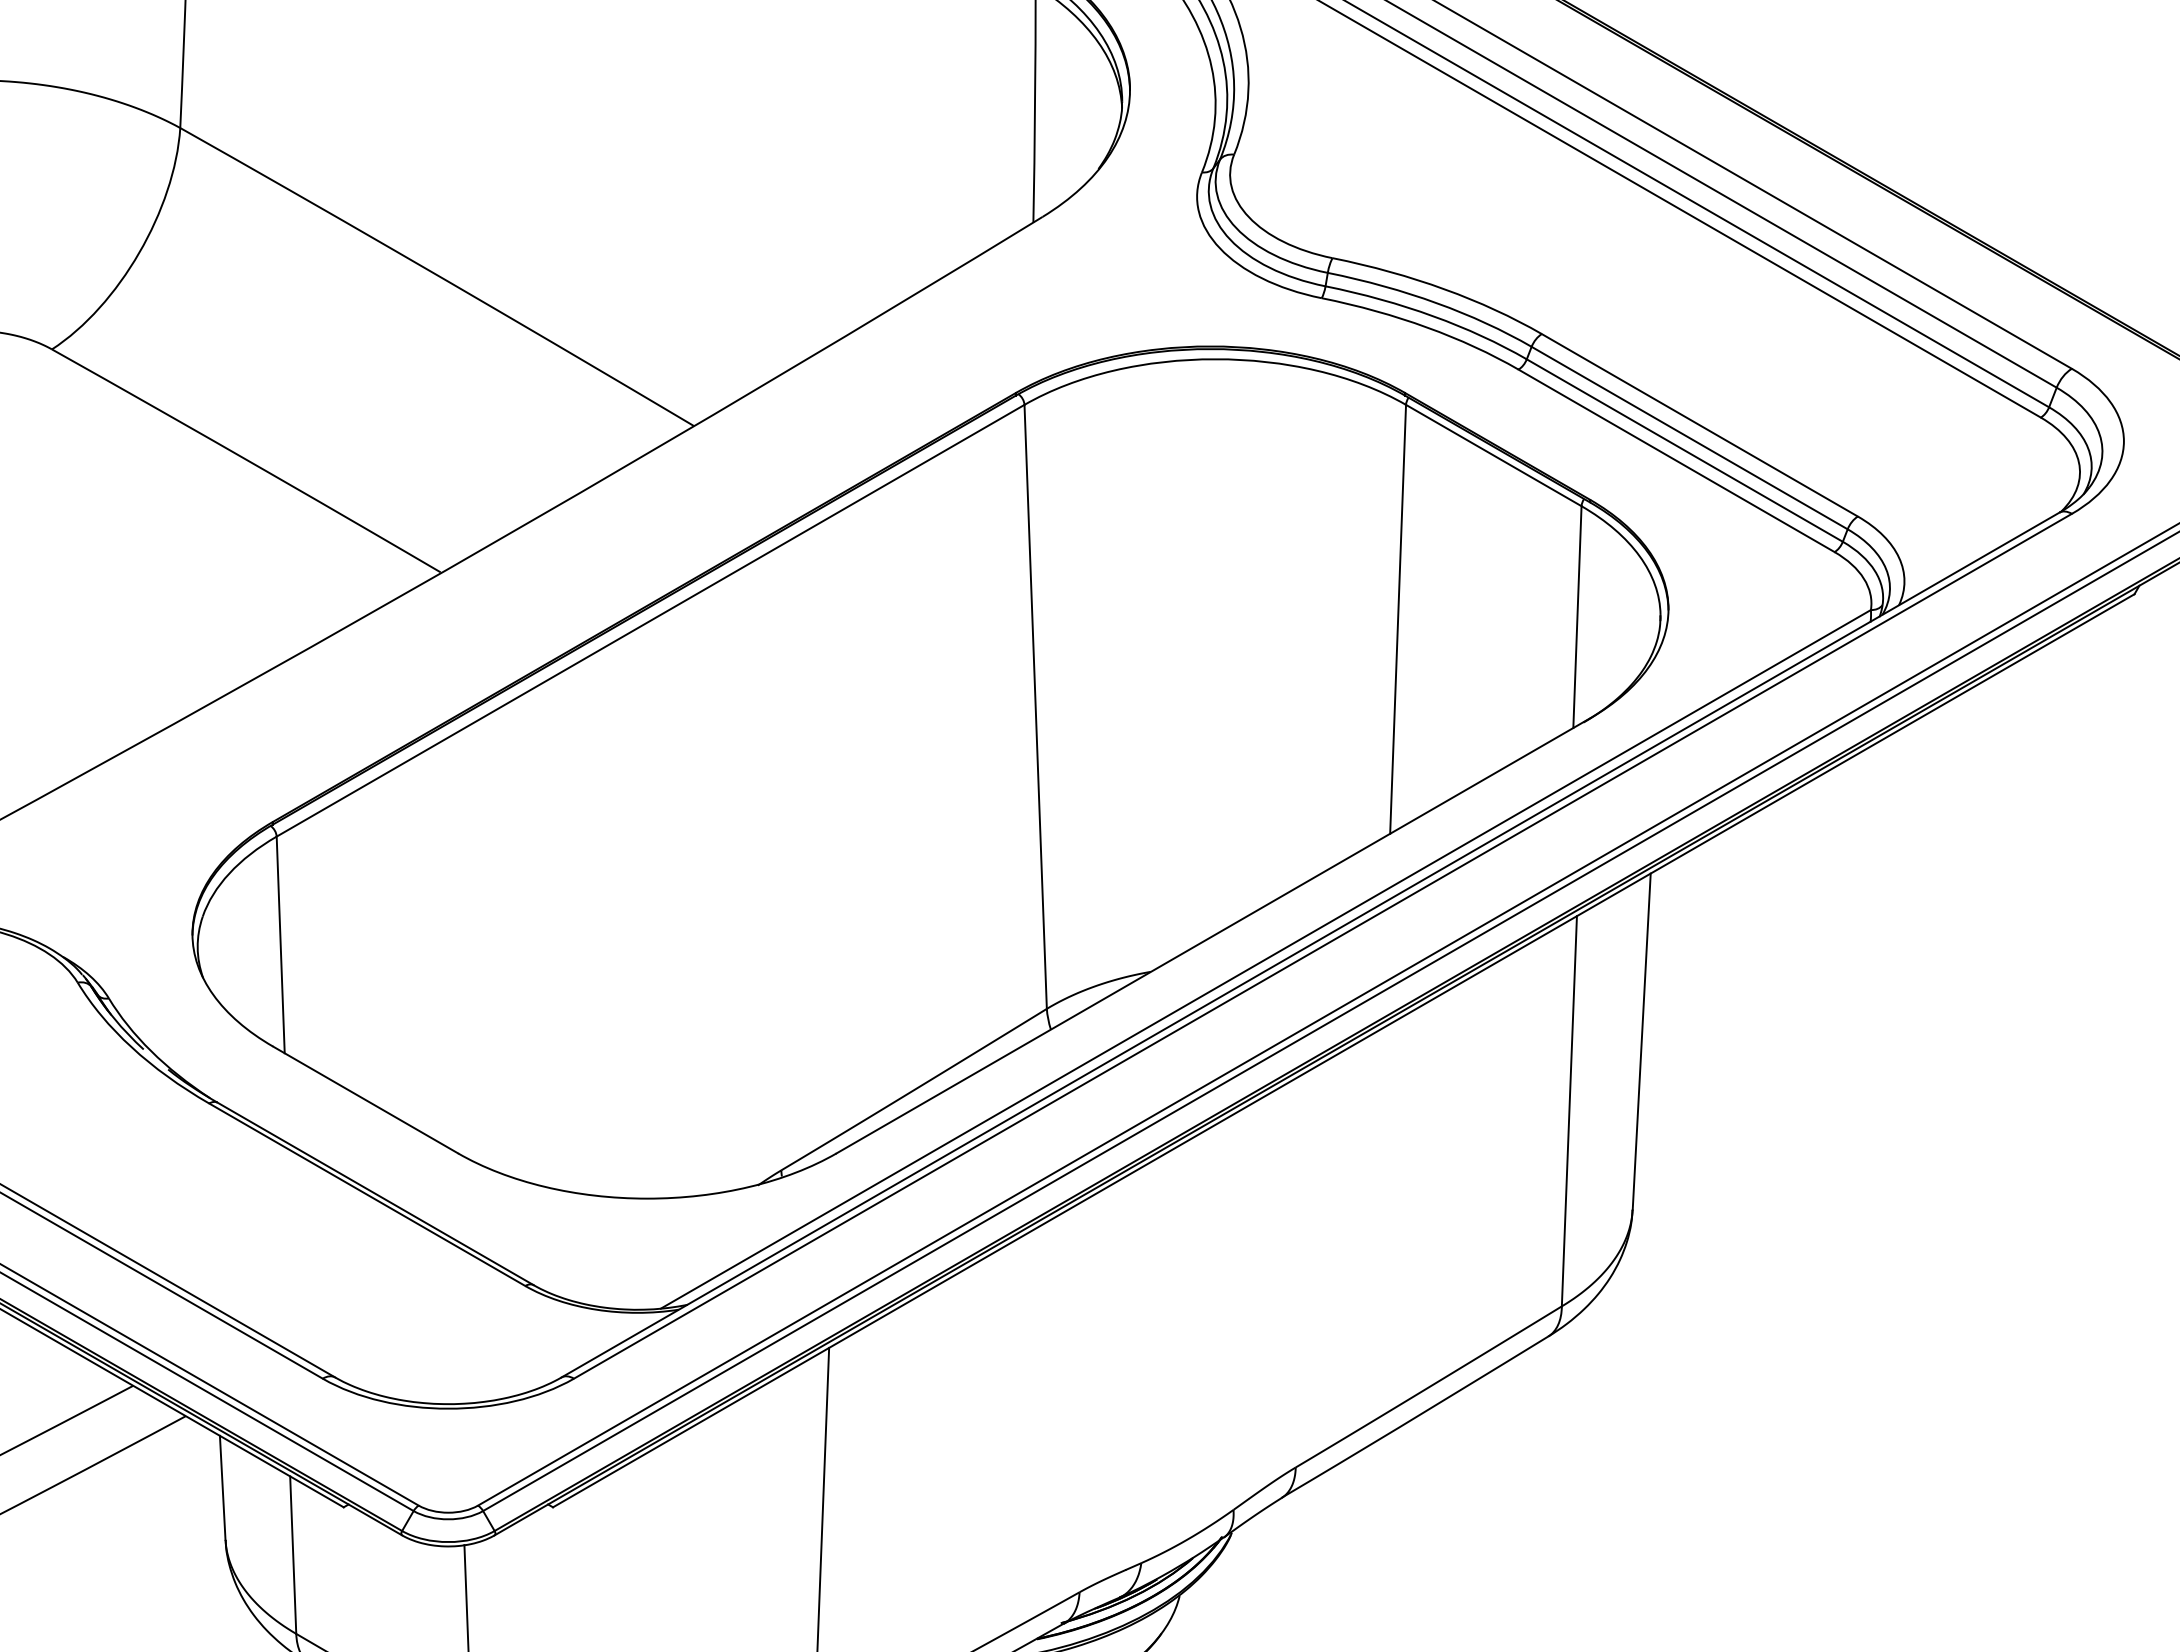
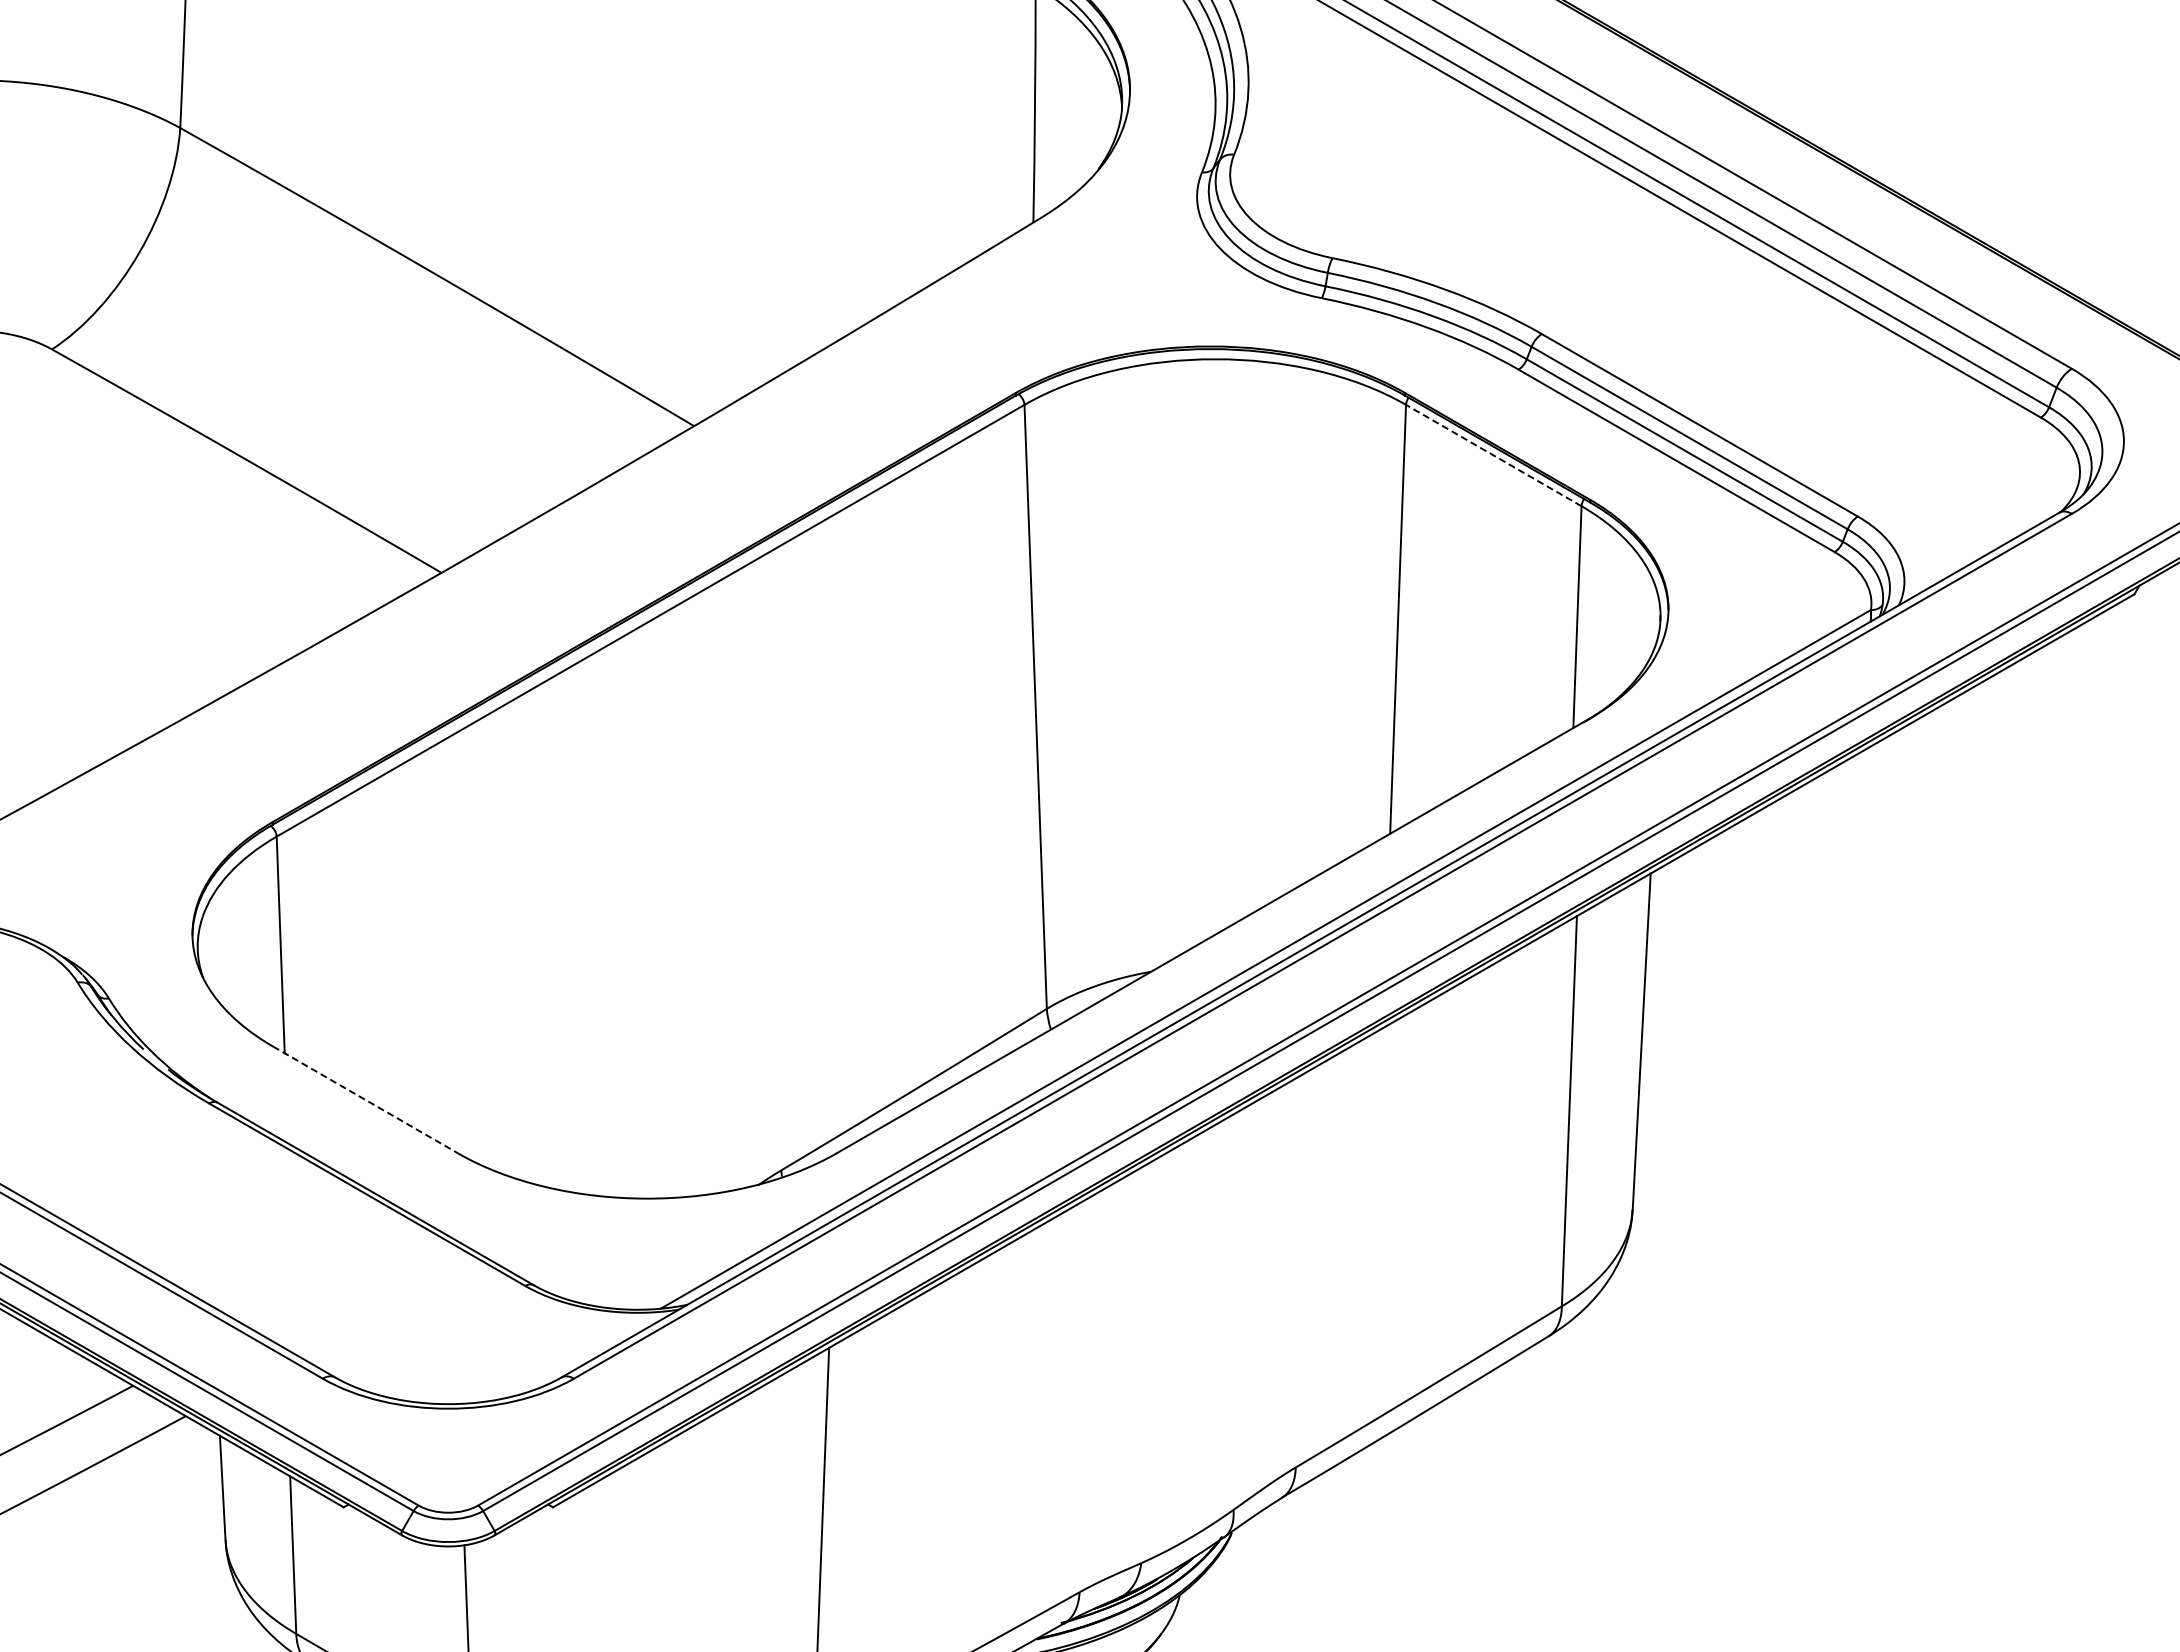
line at (1493, 455): solid -> dashed
line at (365, 1099): solid -> dashed
